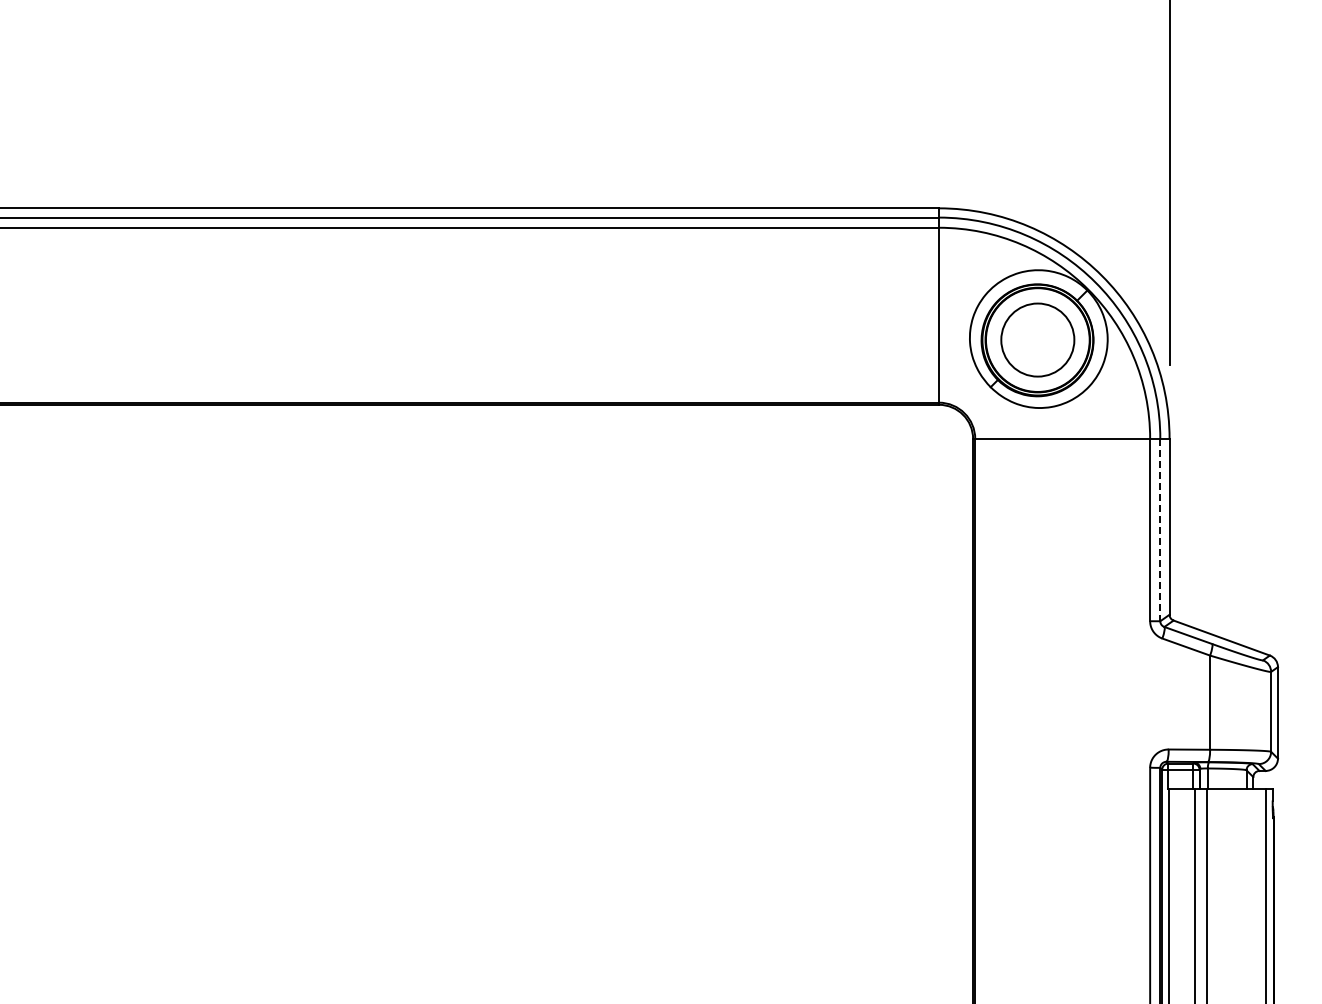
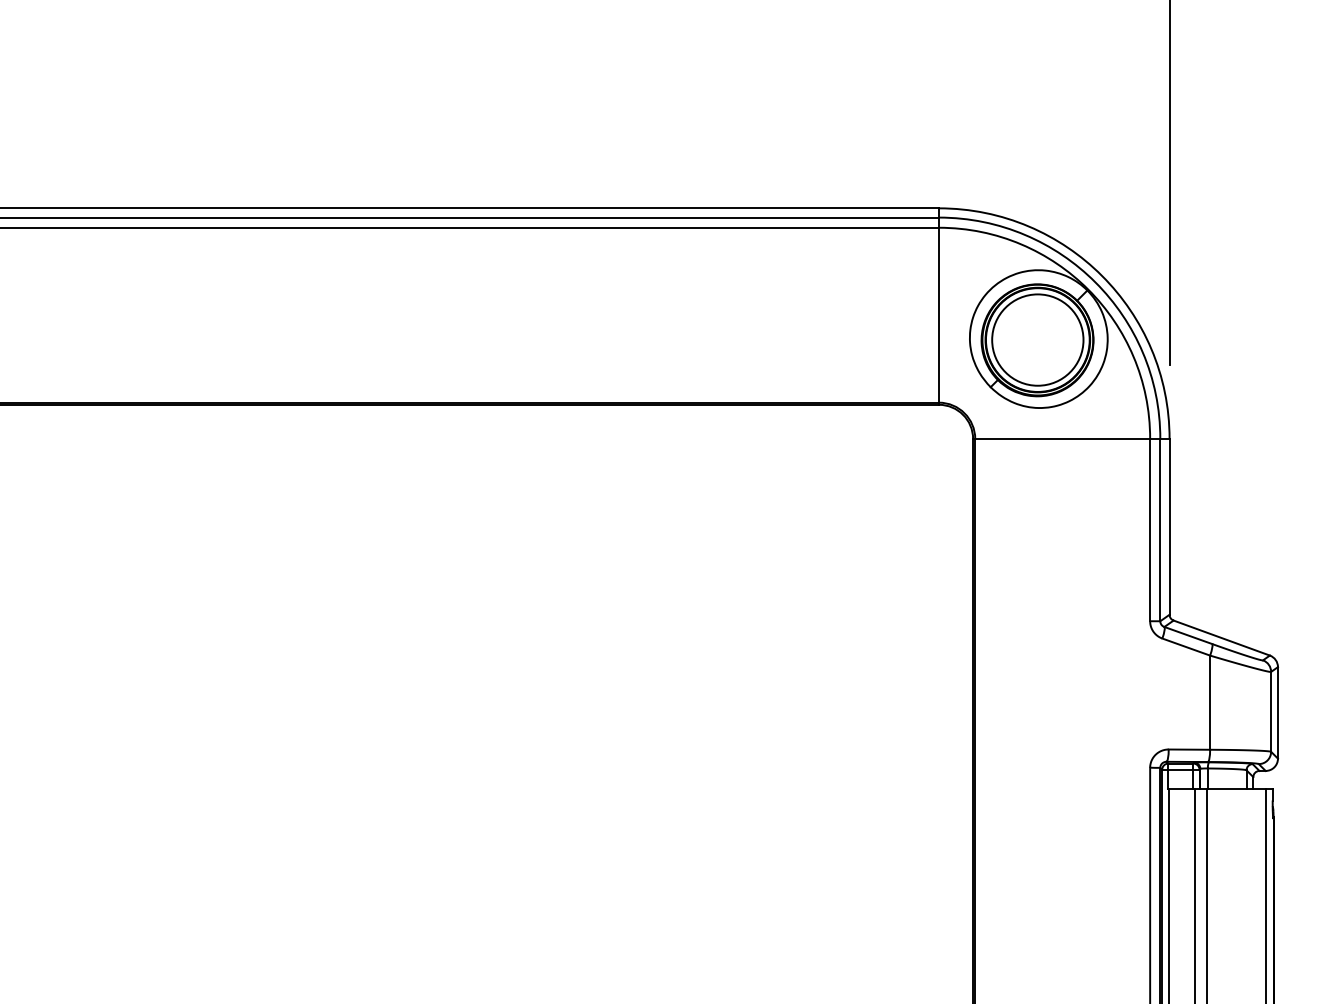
circle at (1037, 339) diameter: 73 px -> 91 px
line at (1160, 530): dashed -> solid
